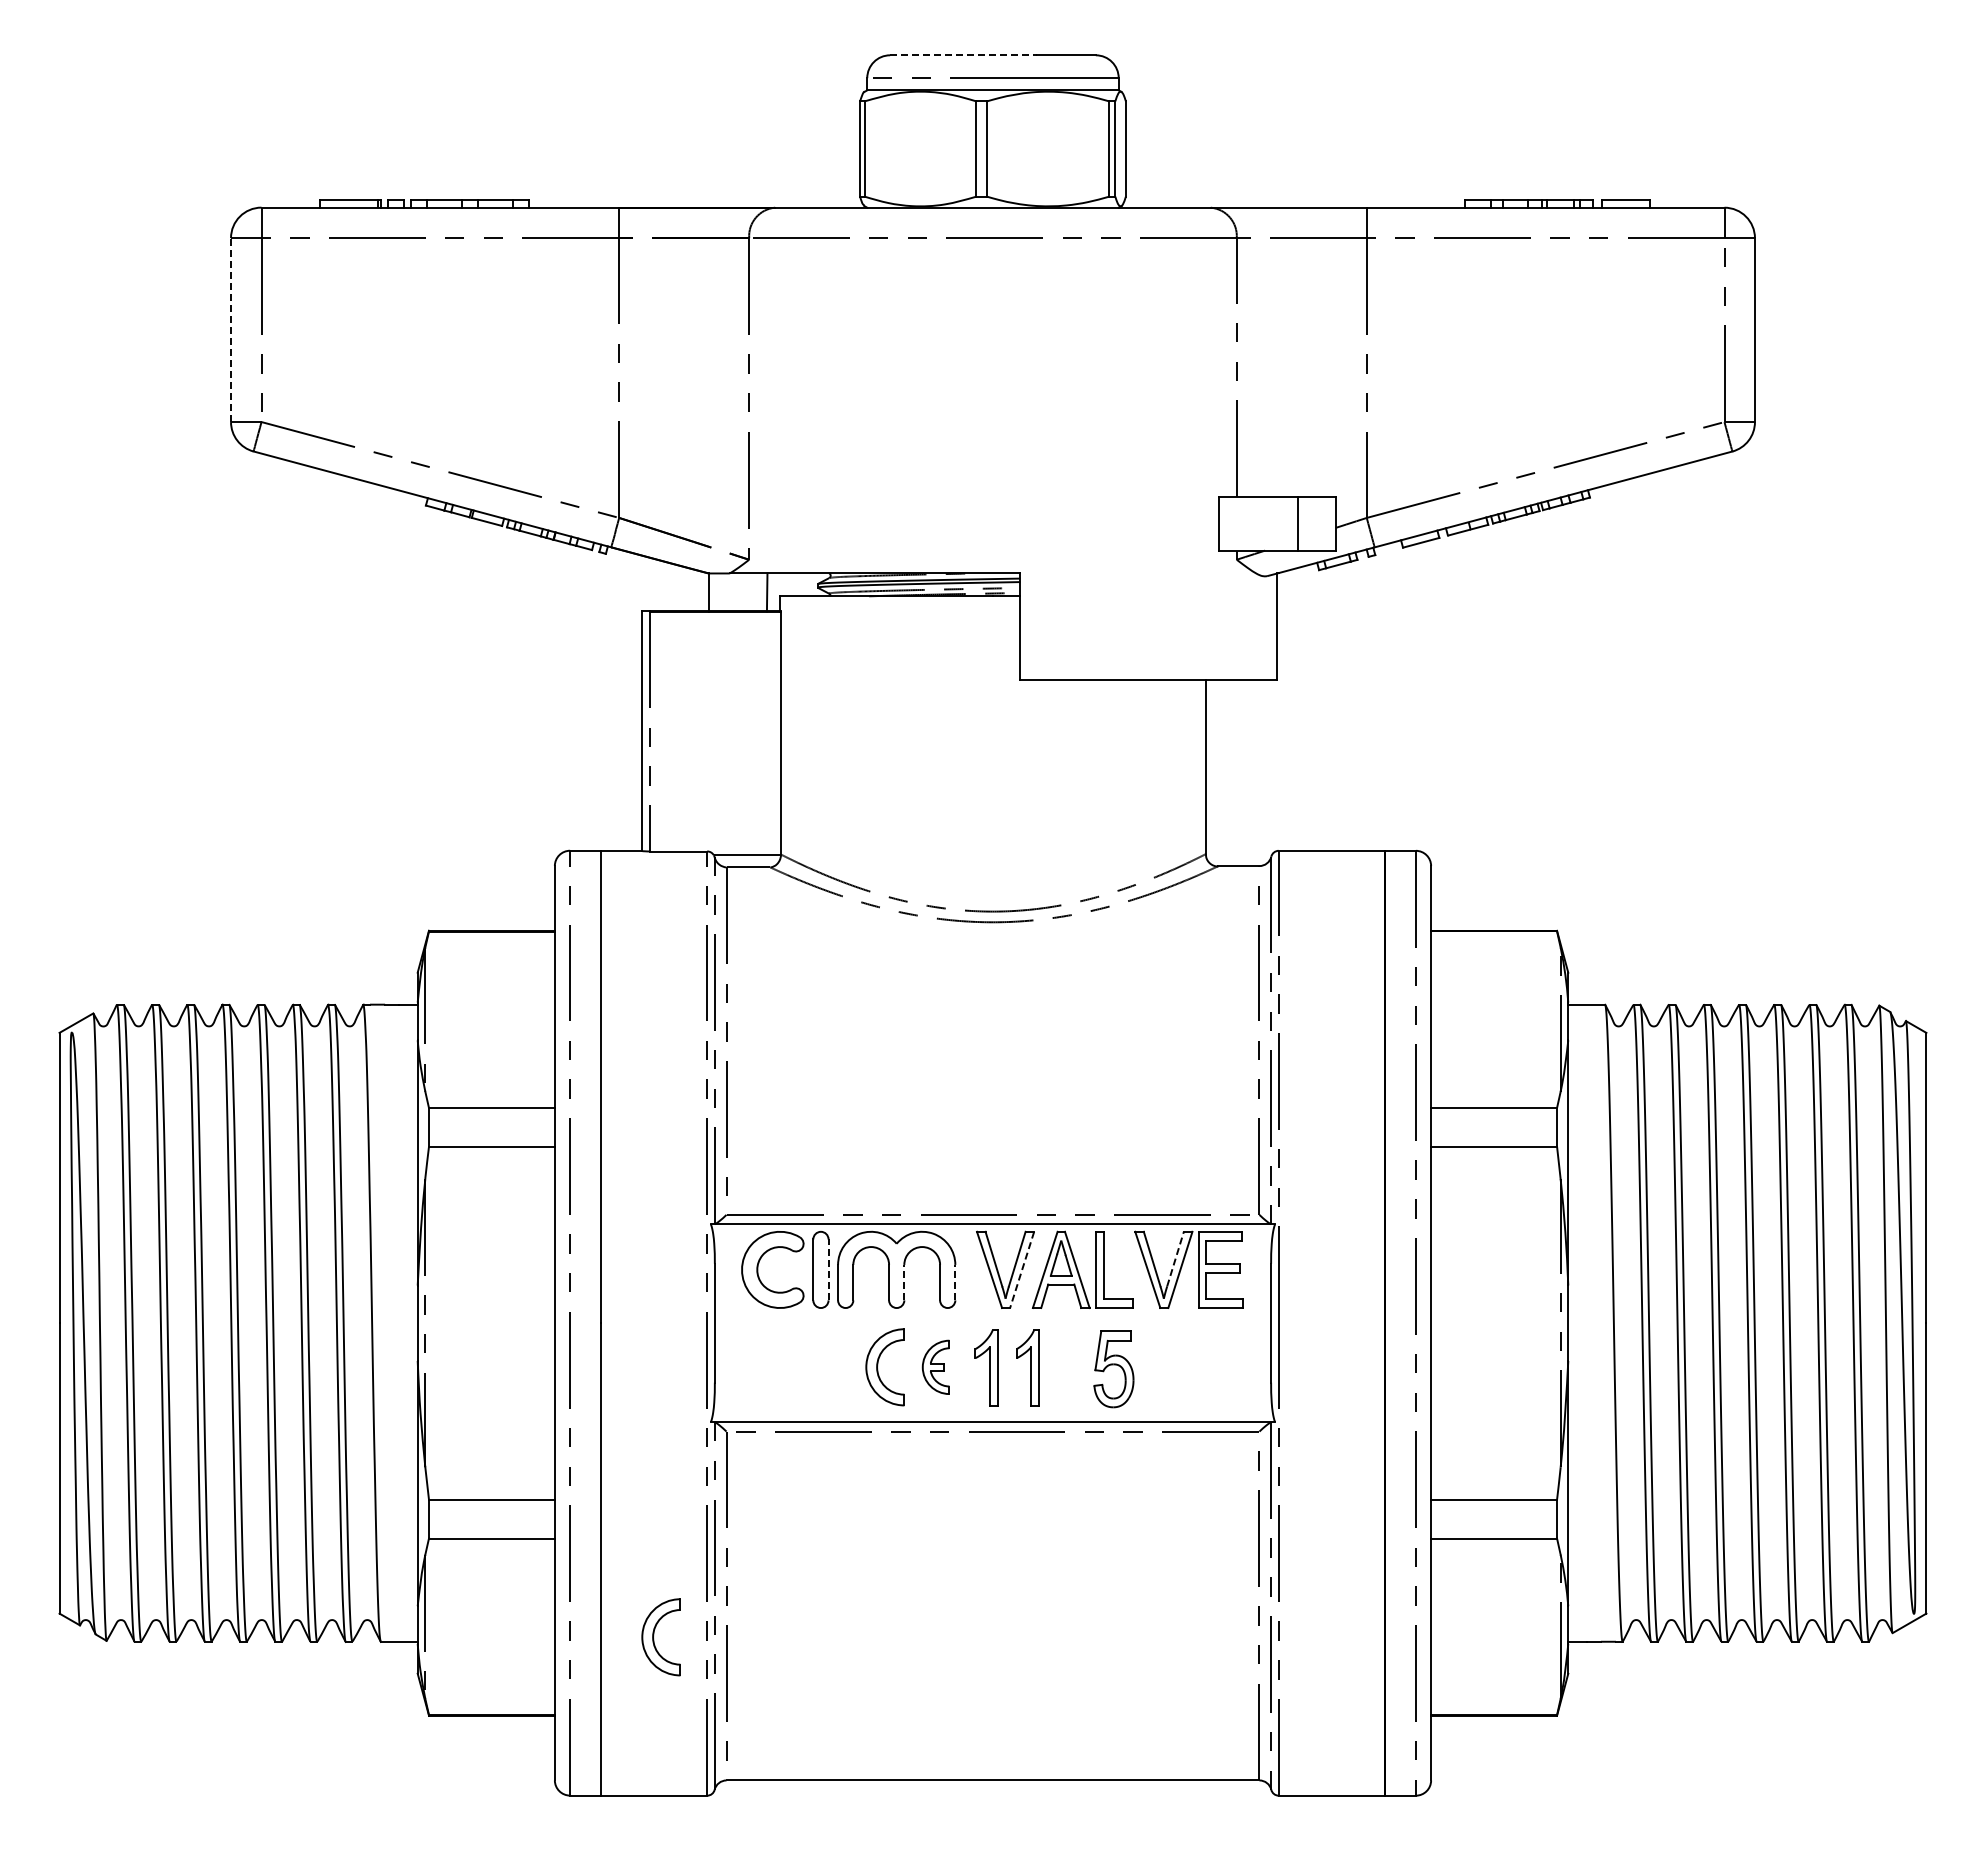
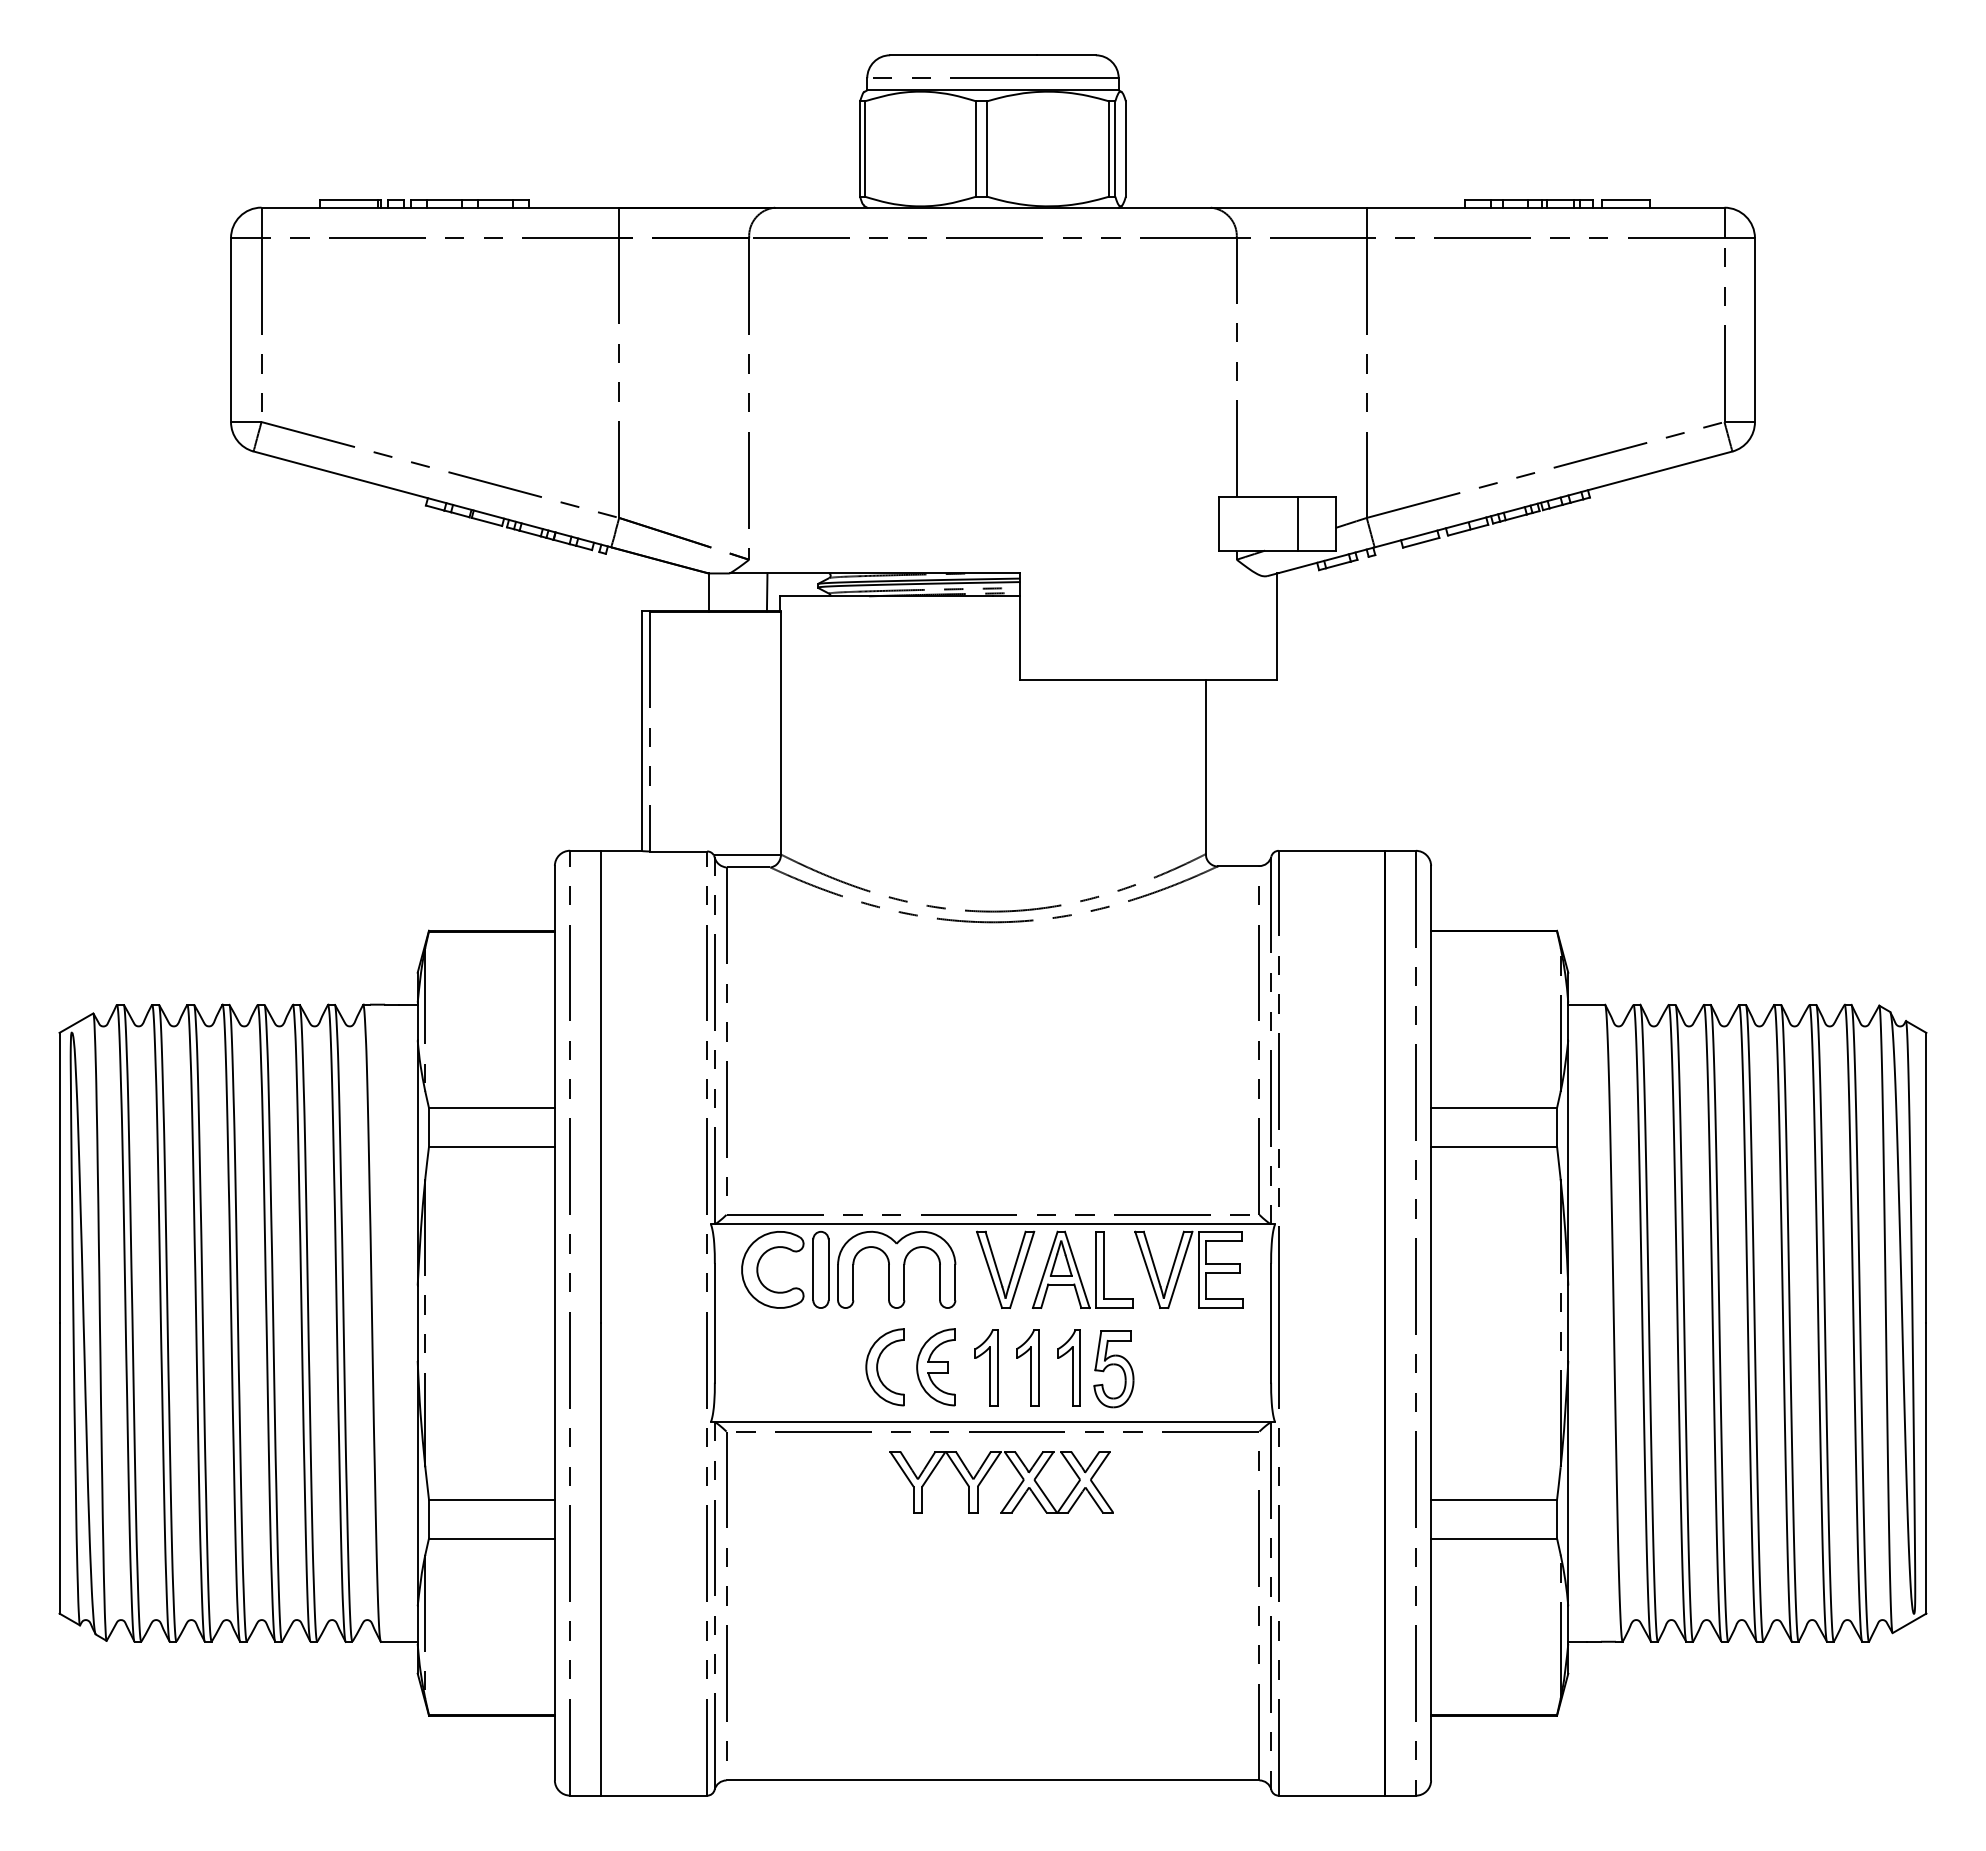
line at (963, 55): dashed -> solid
line at (231, 330): dashed -> solid
line at (1175, 1259): dashed -> solid
line at (828, 1269): dashed -> solid
line at (1022, 1269): dashed -> solid
line at (904, 1282): dashed -> solid
line at (955, 1282): dashed -> solid
part at (935, 1366) size: 29x56 px -> 40x79 px
part at (1068, 1367): none -> present
part at (1014, 1491): none -> present
part at (654, 1635): present -> none
